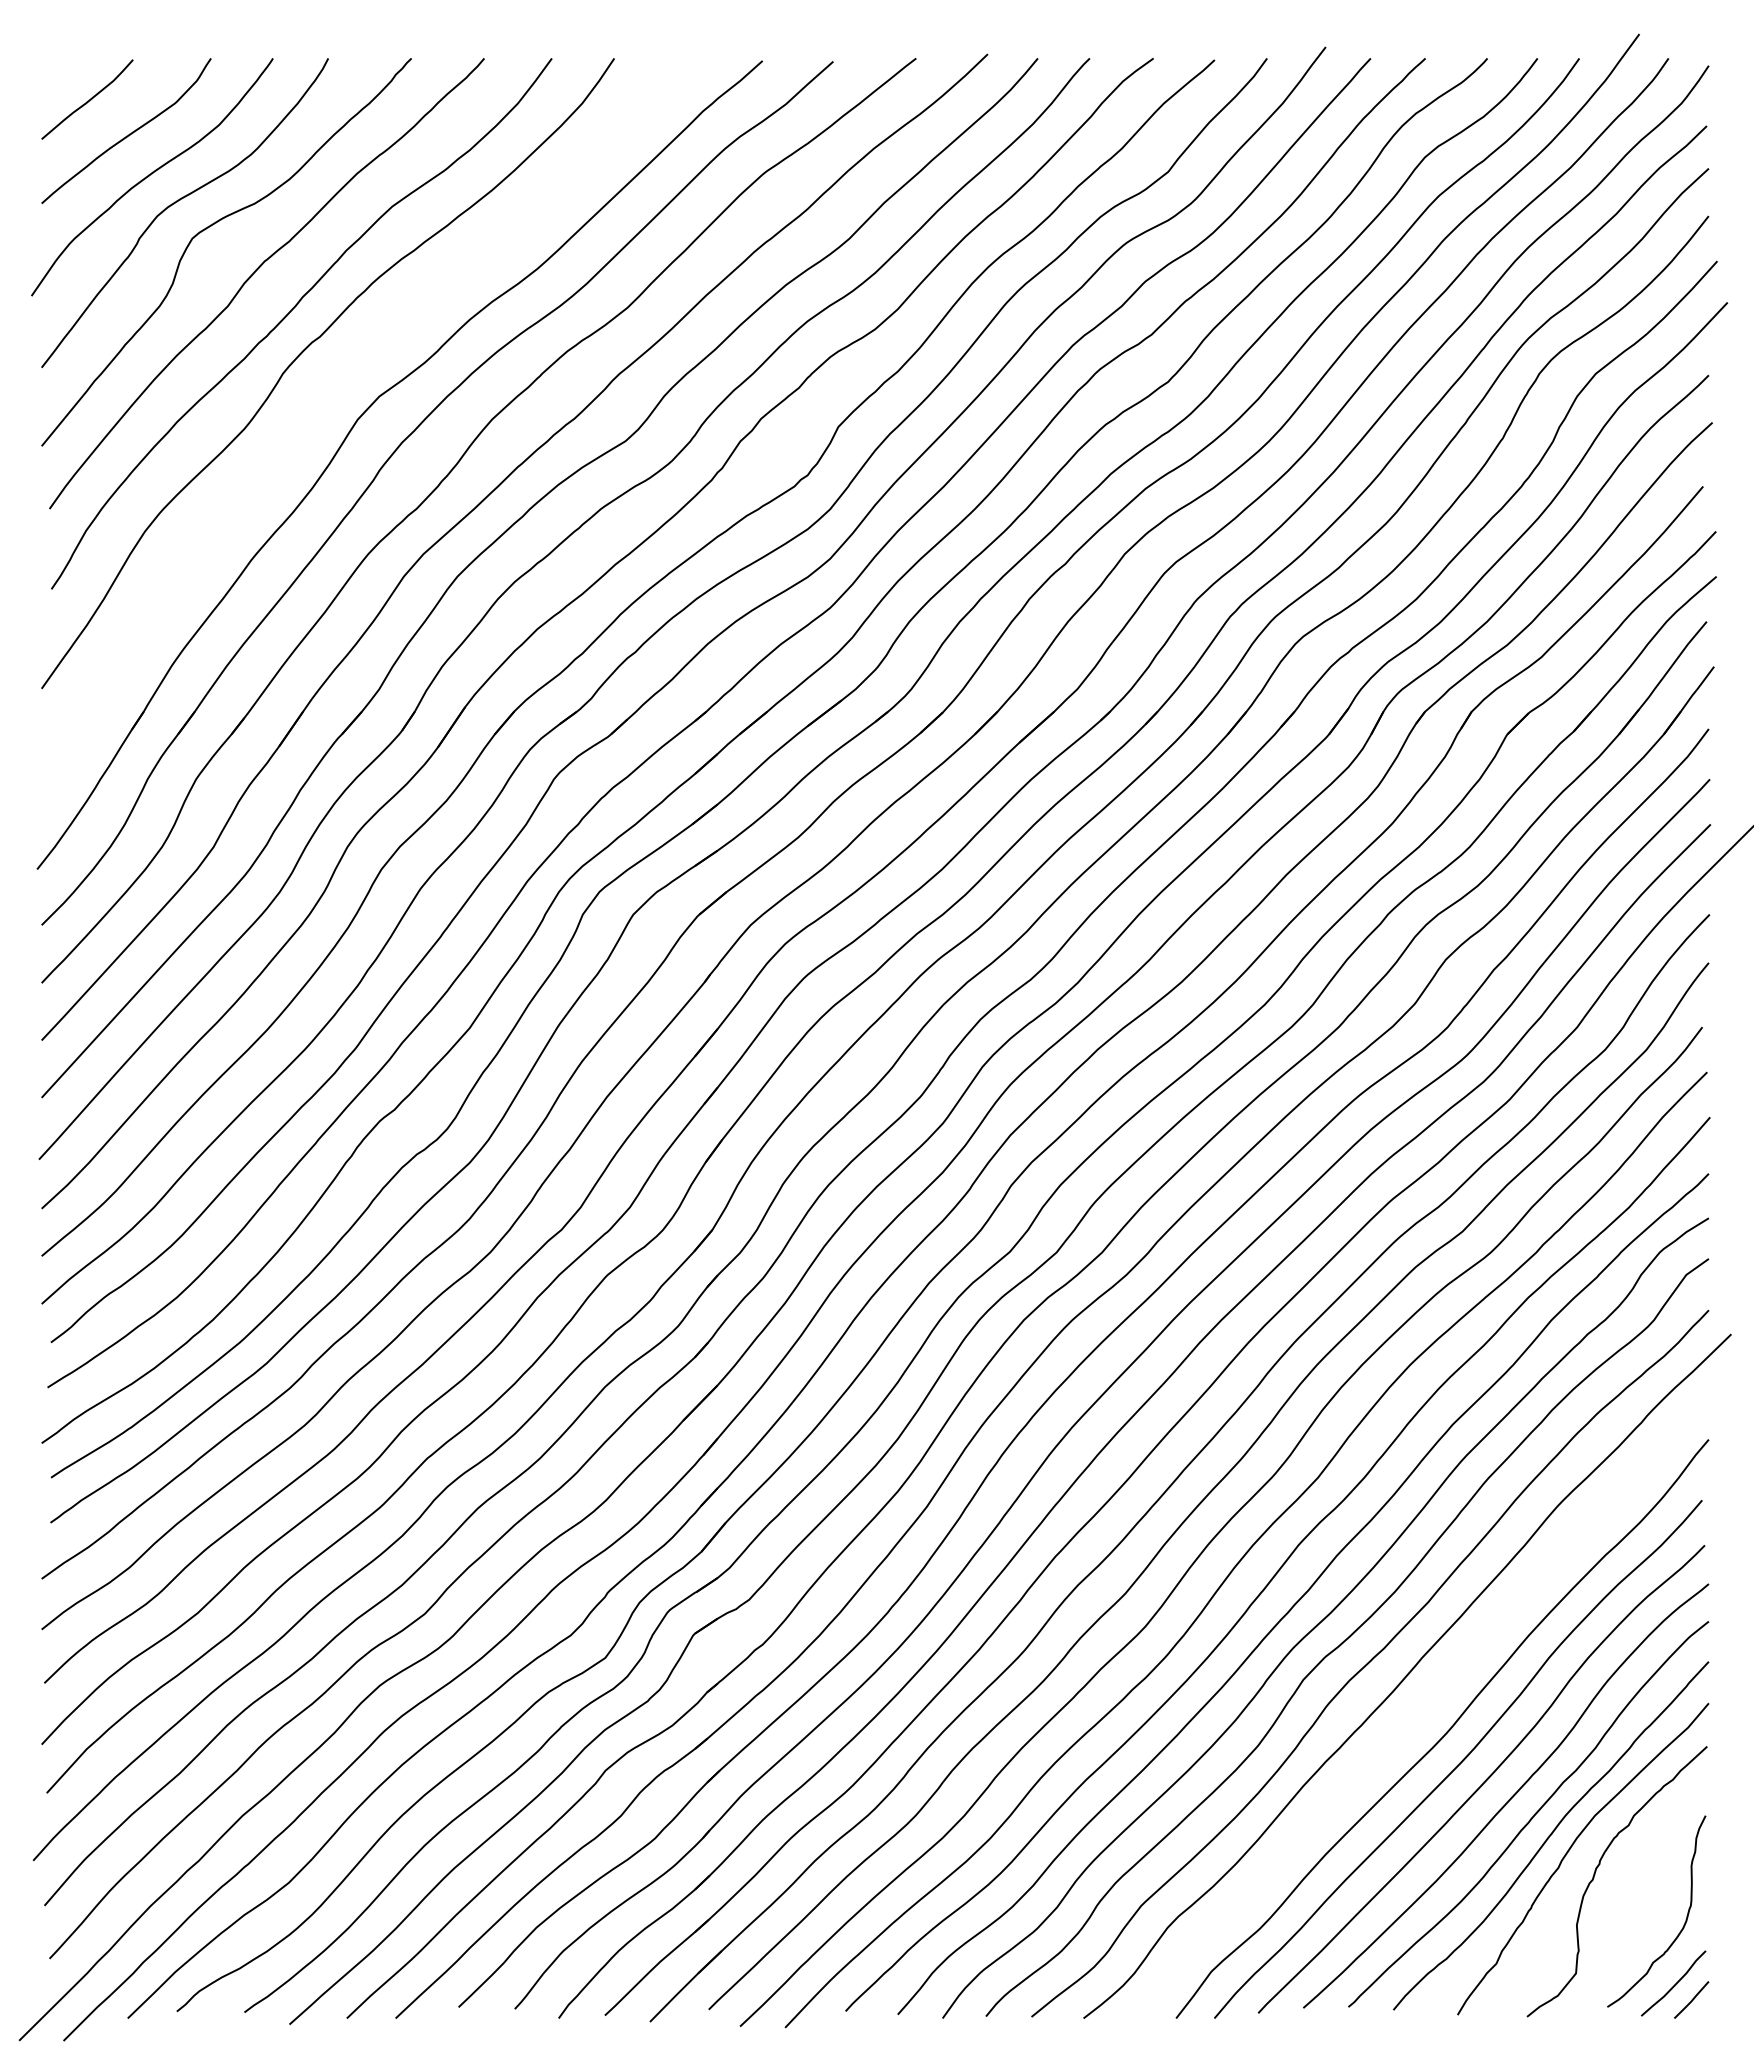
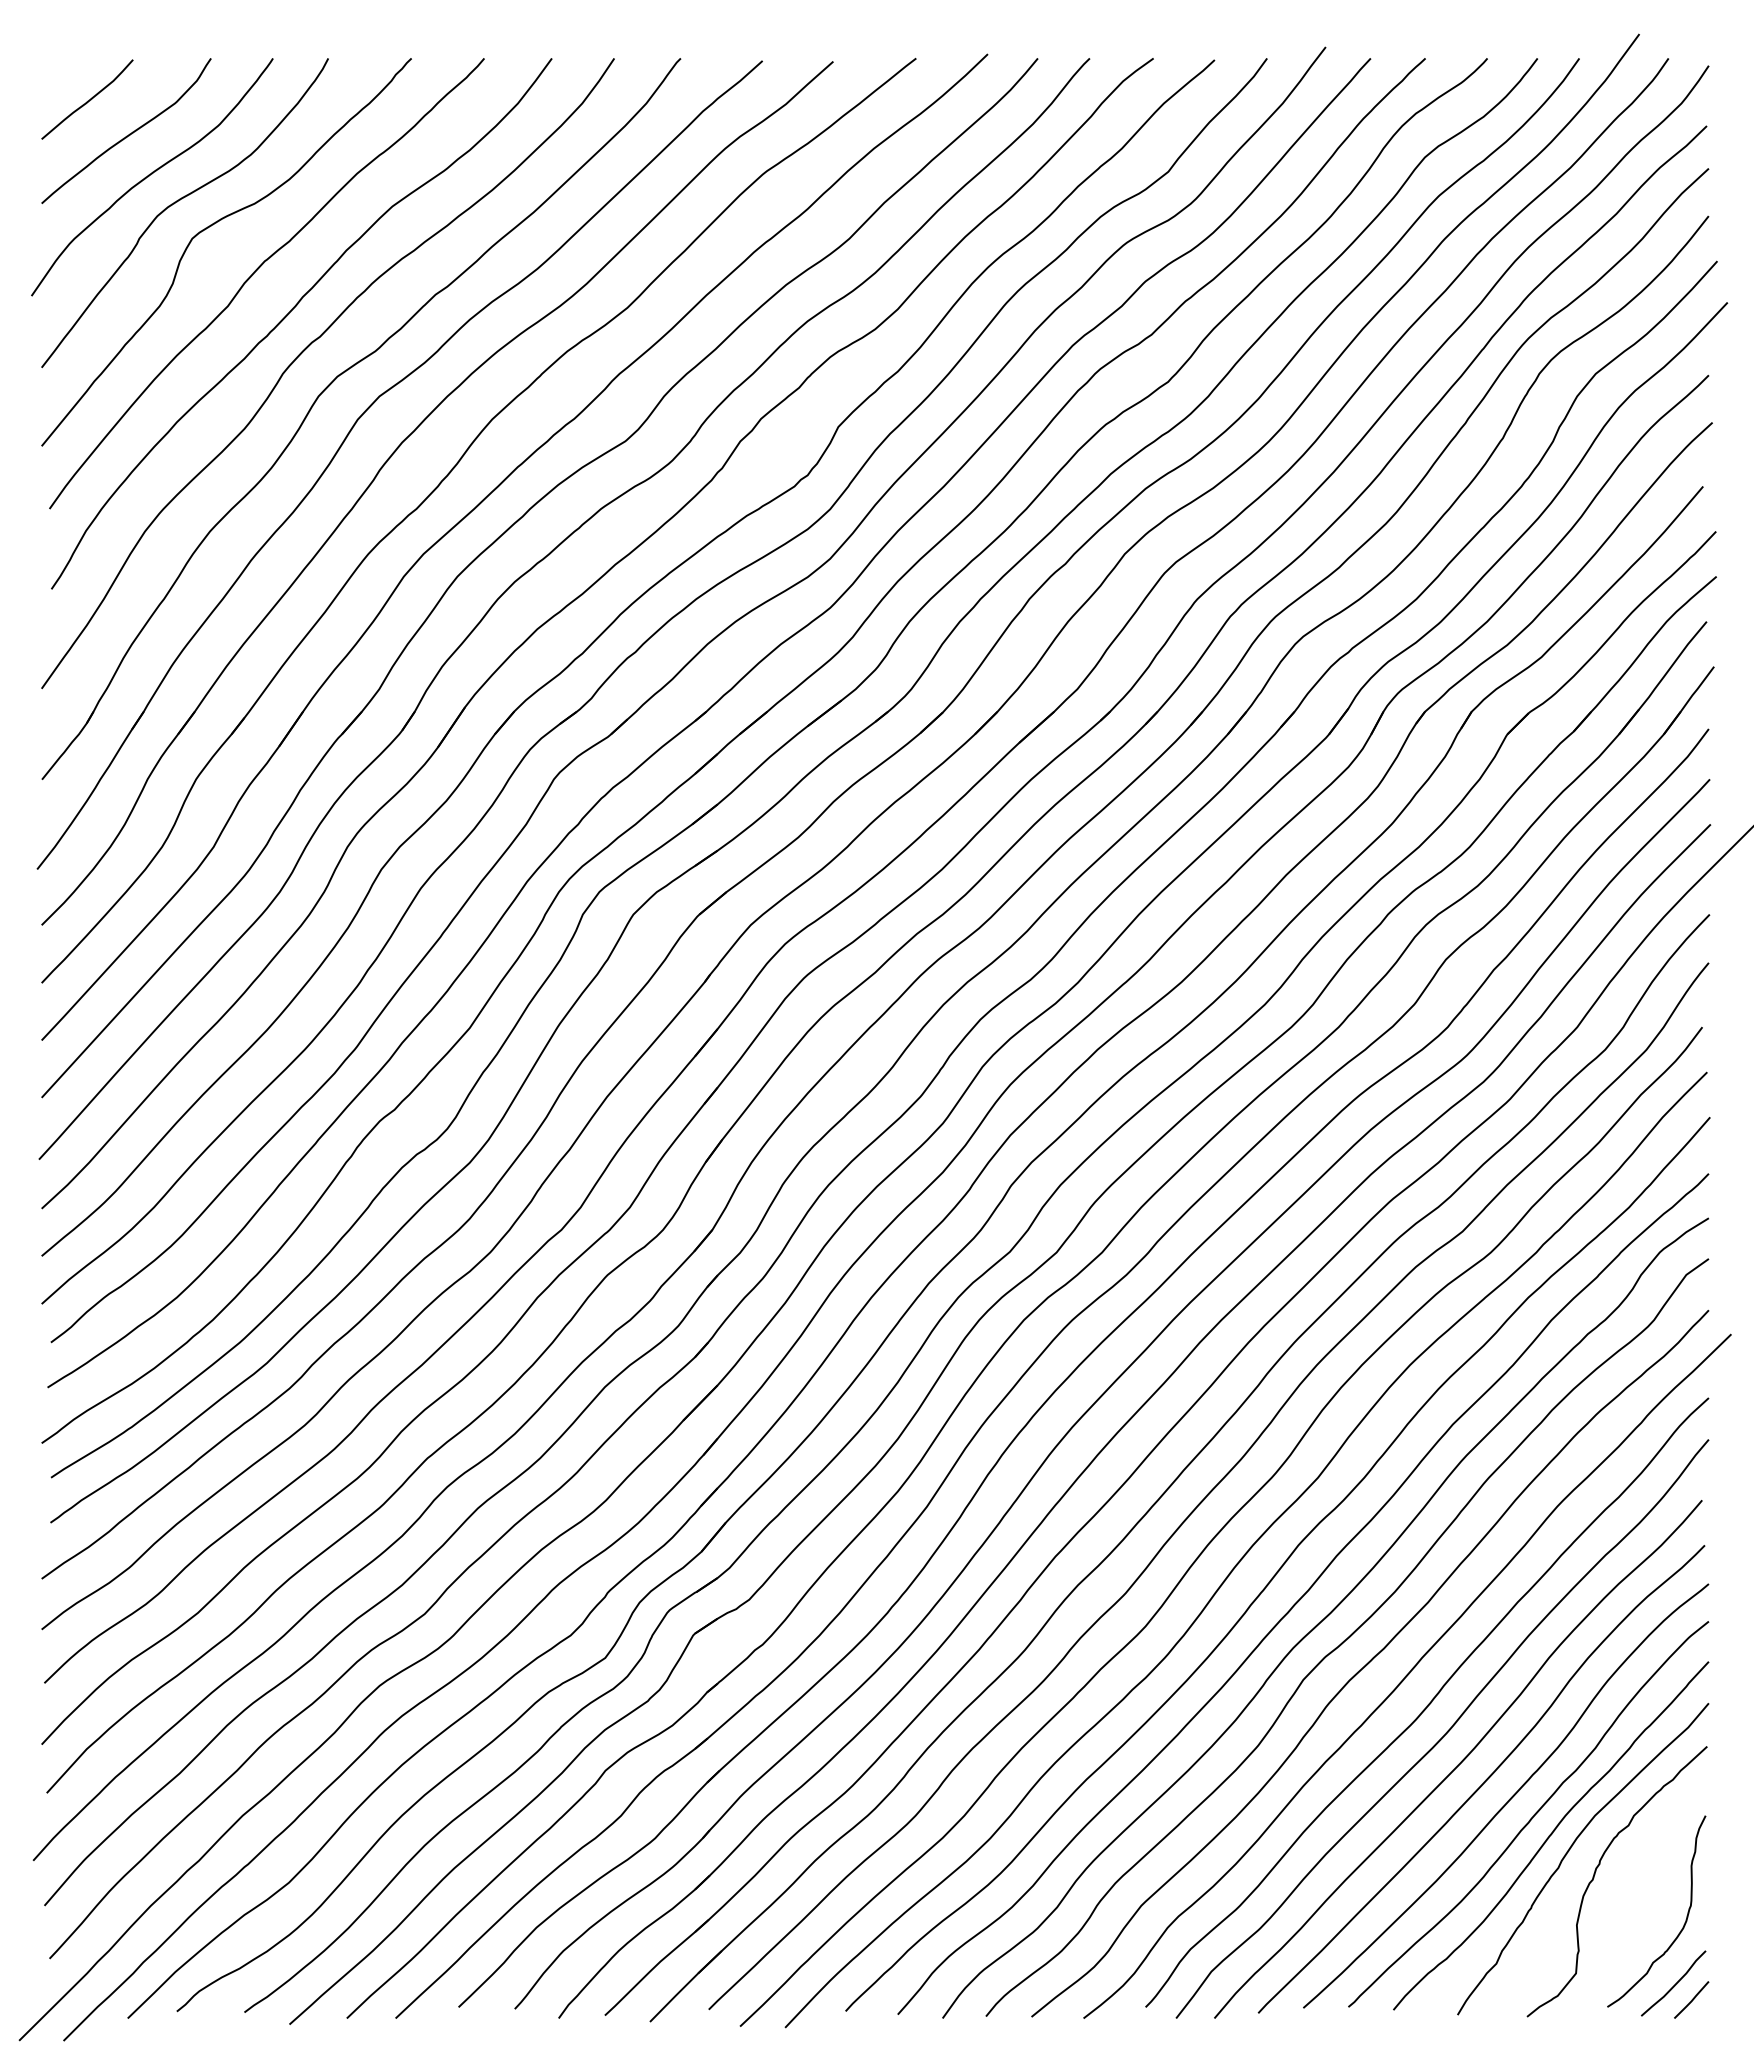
part at (329, 386): none -> present
curve at (1428, 1703): none -> present
